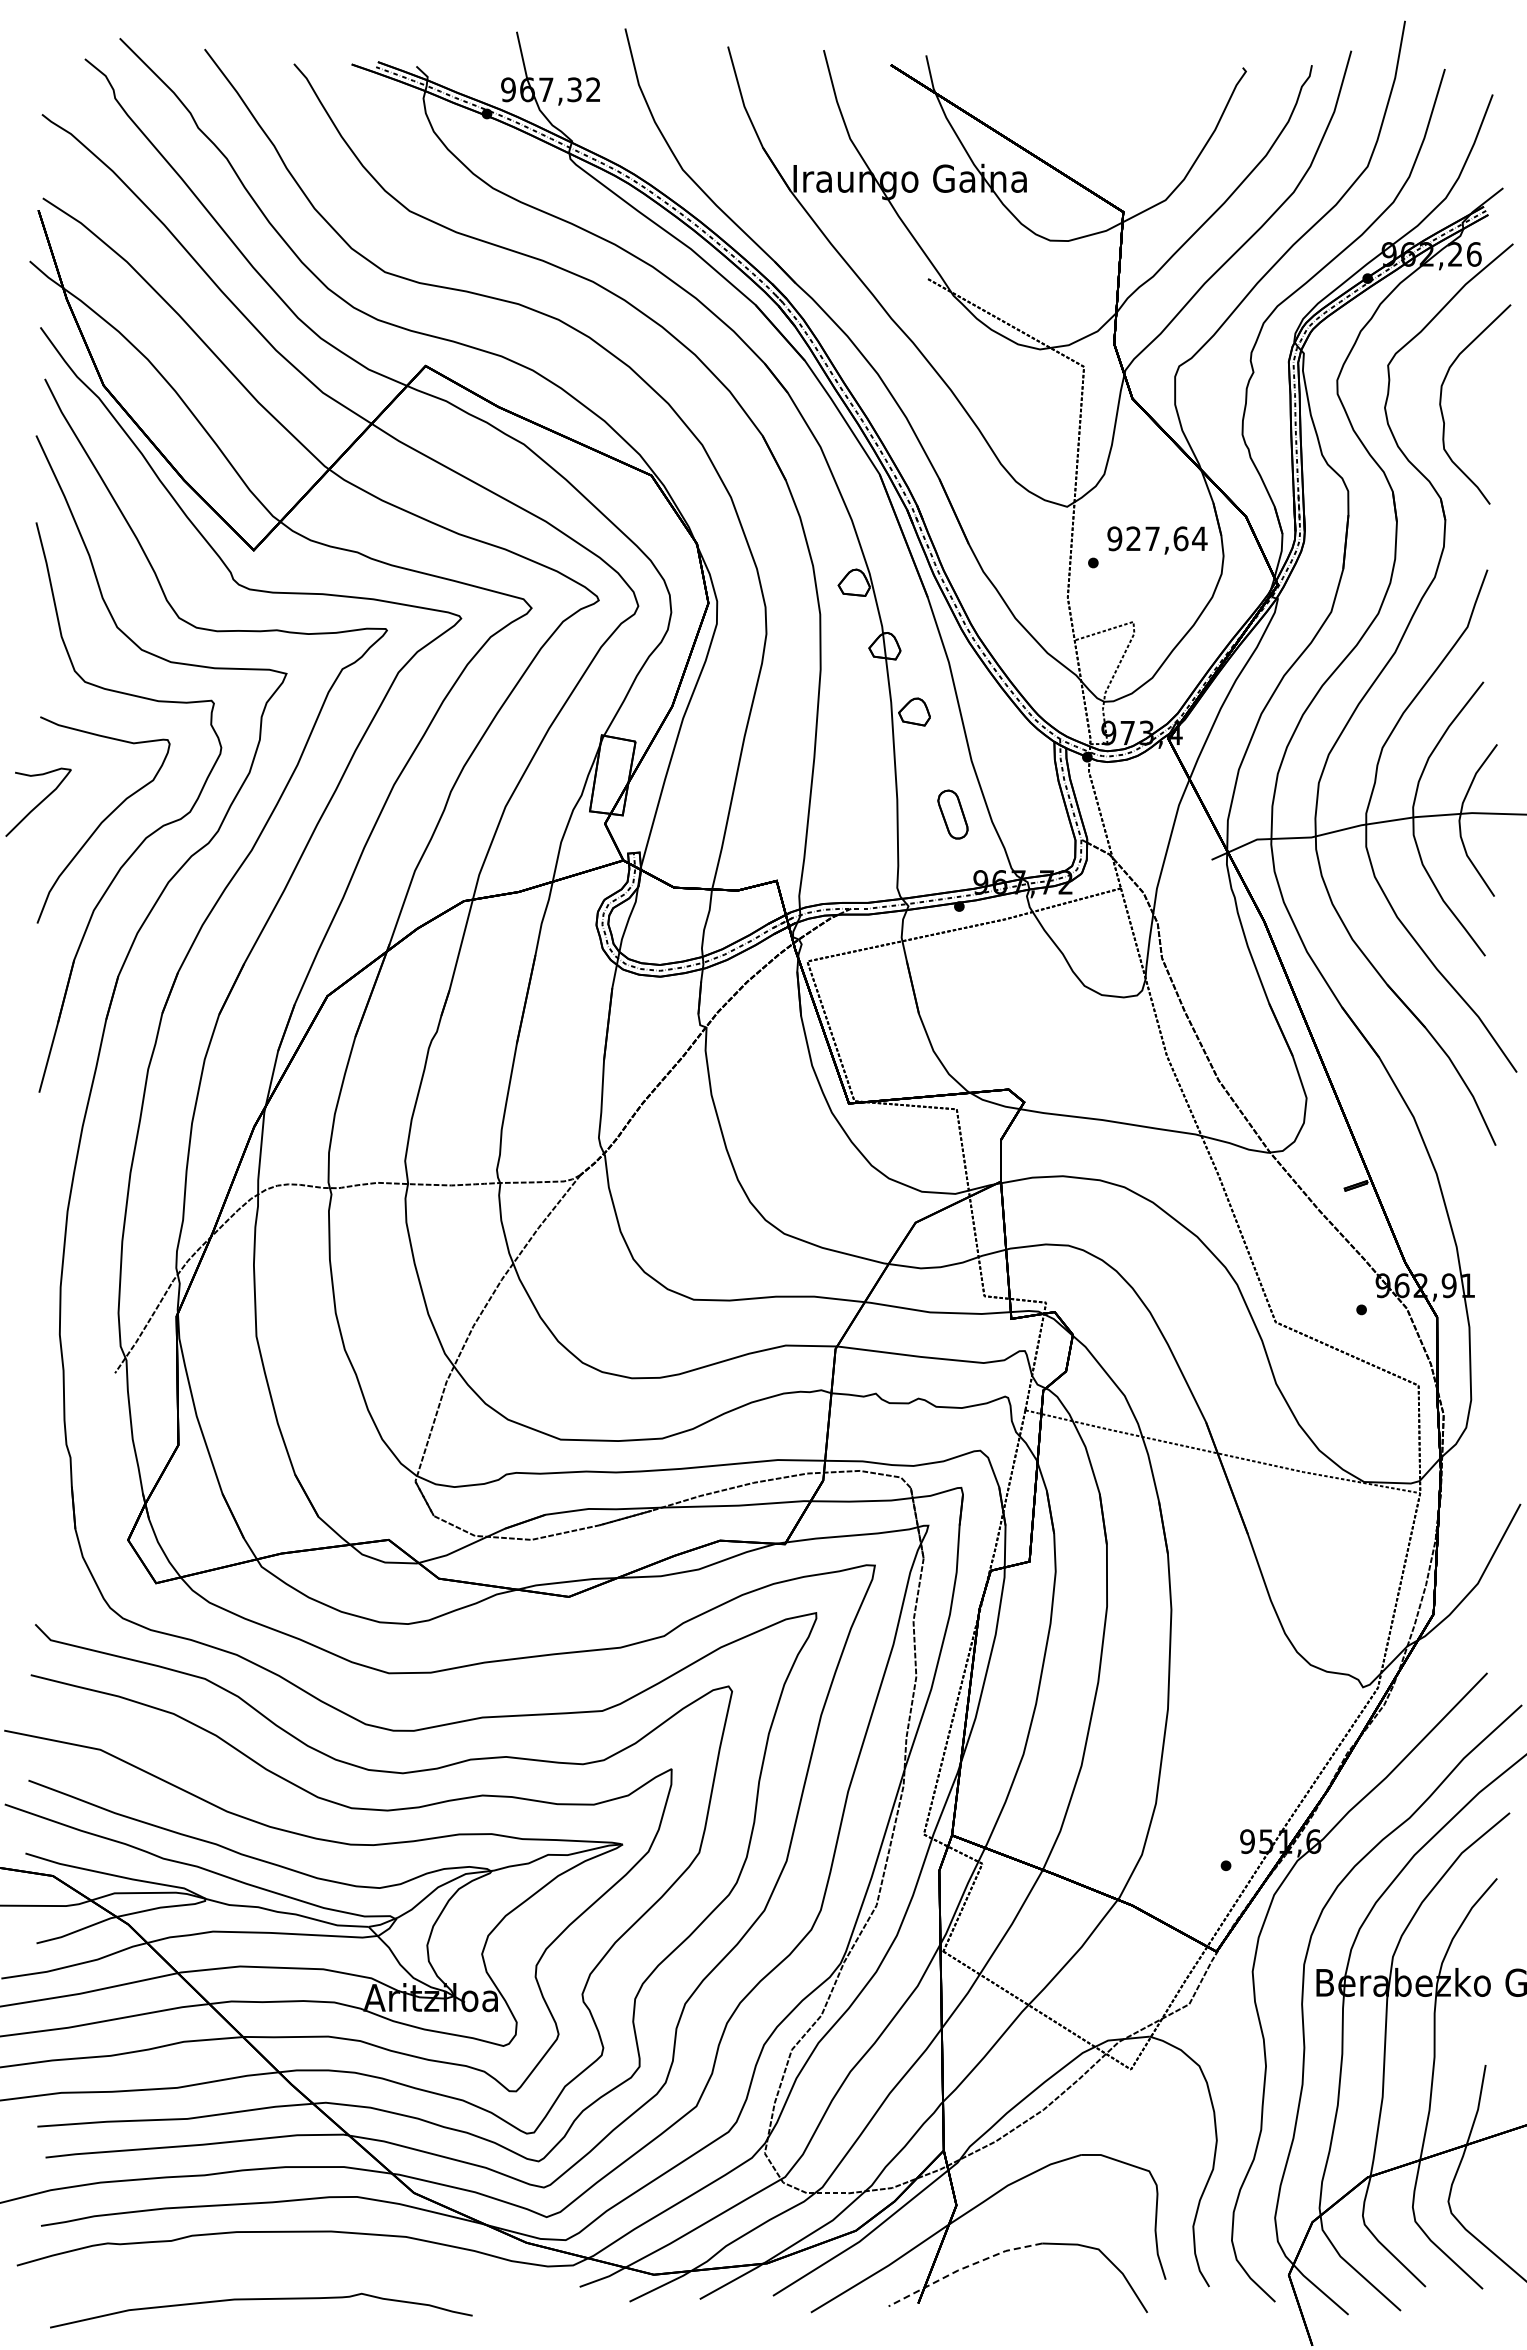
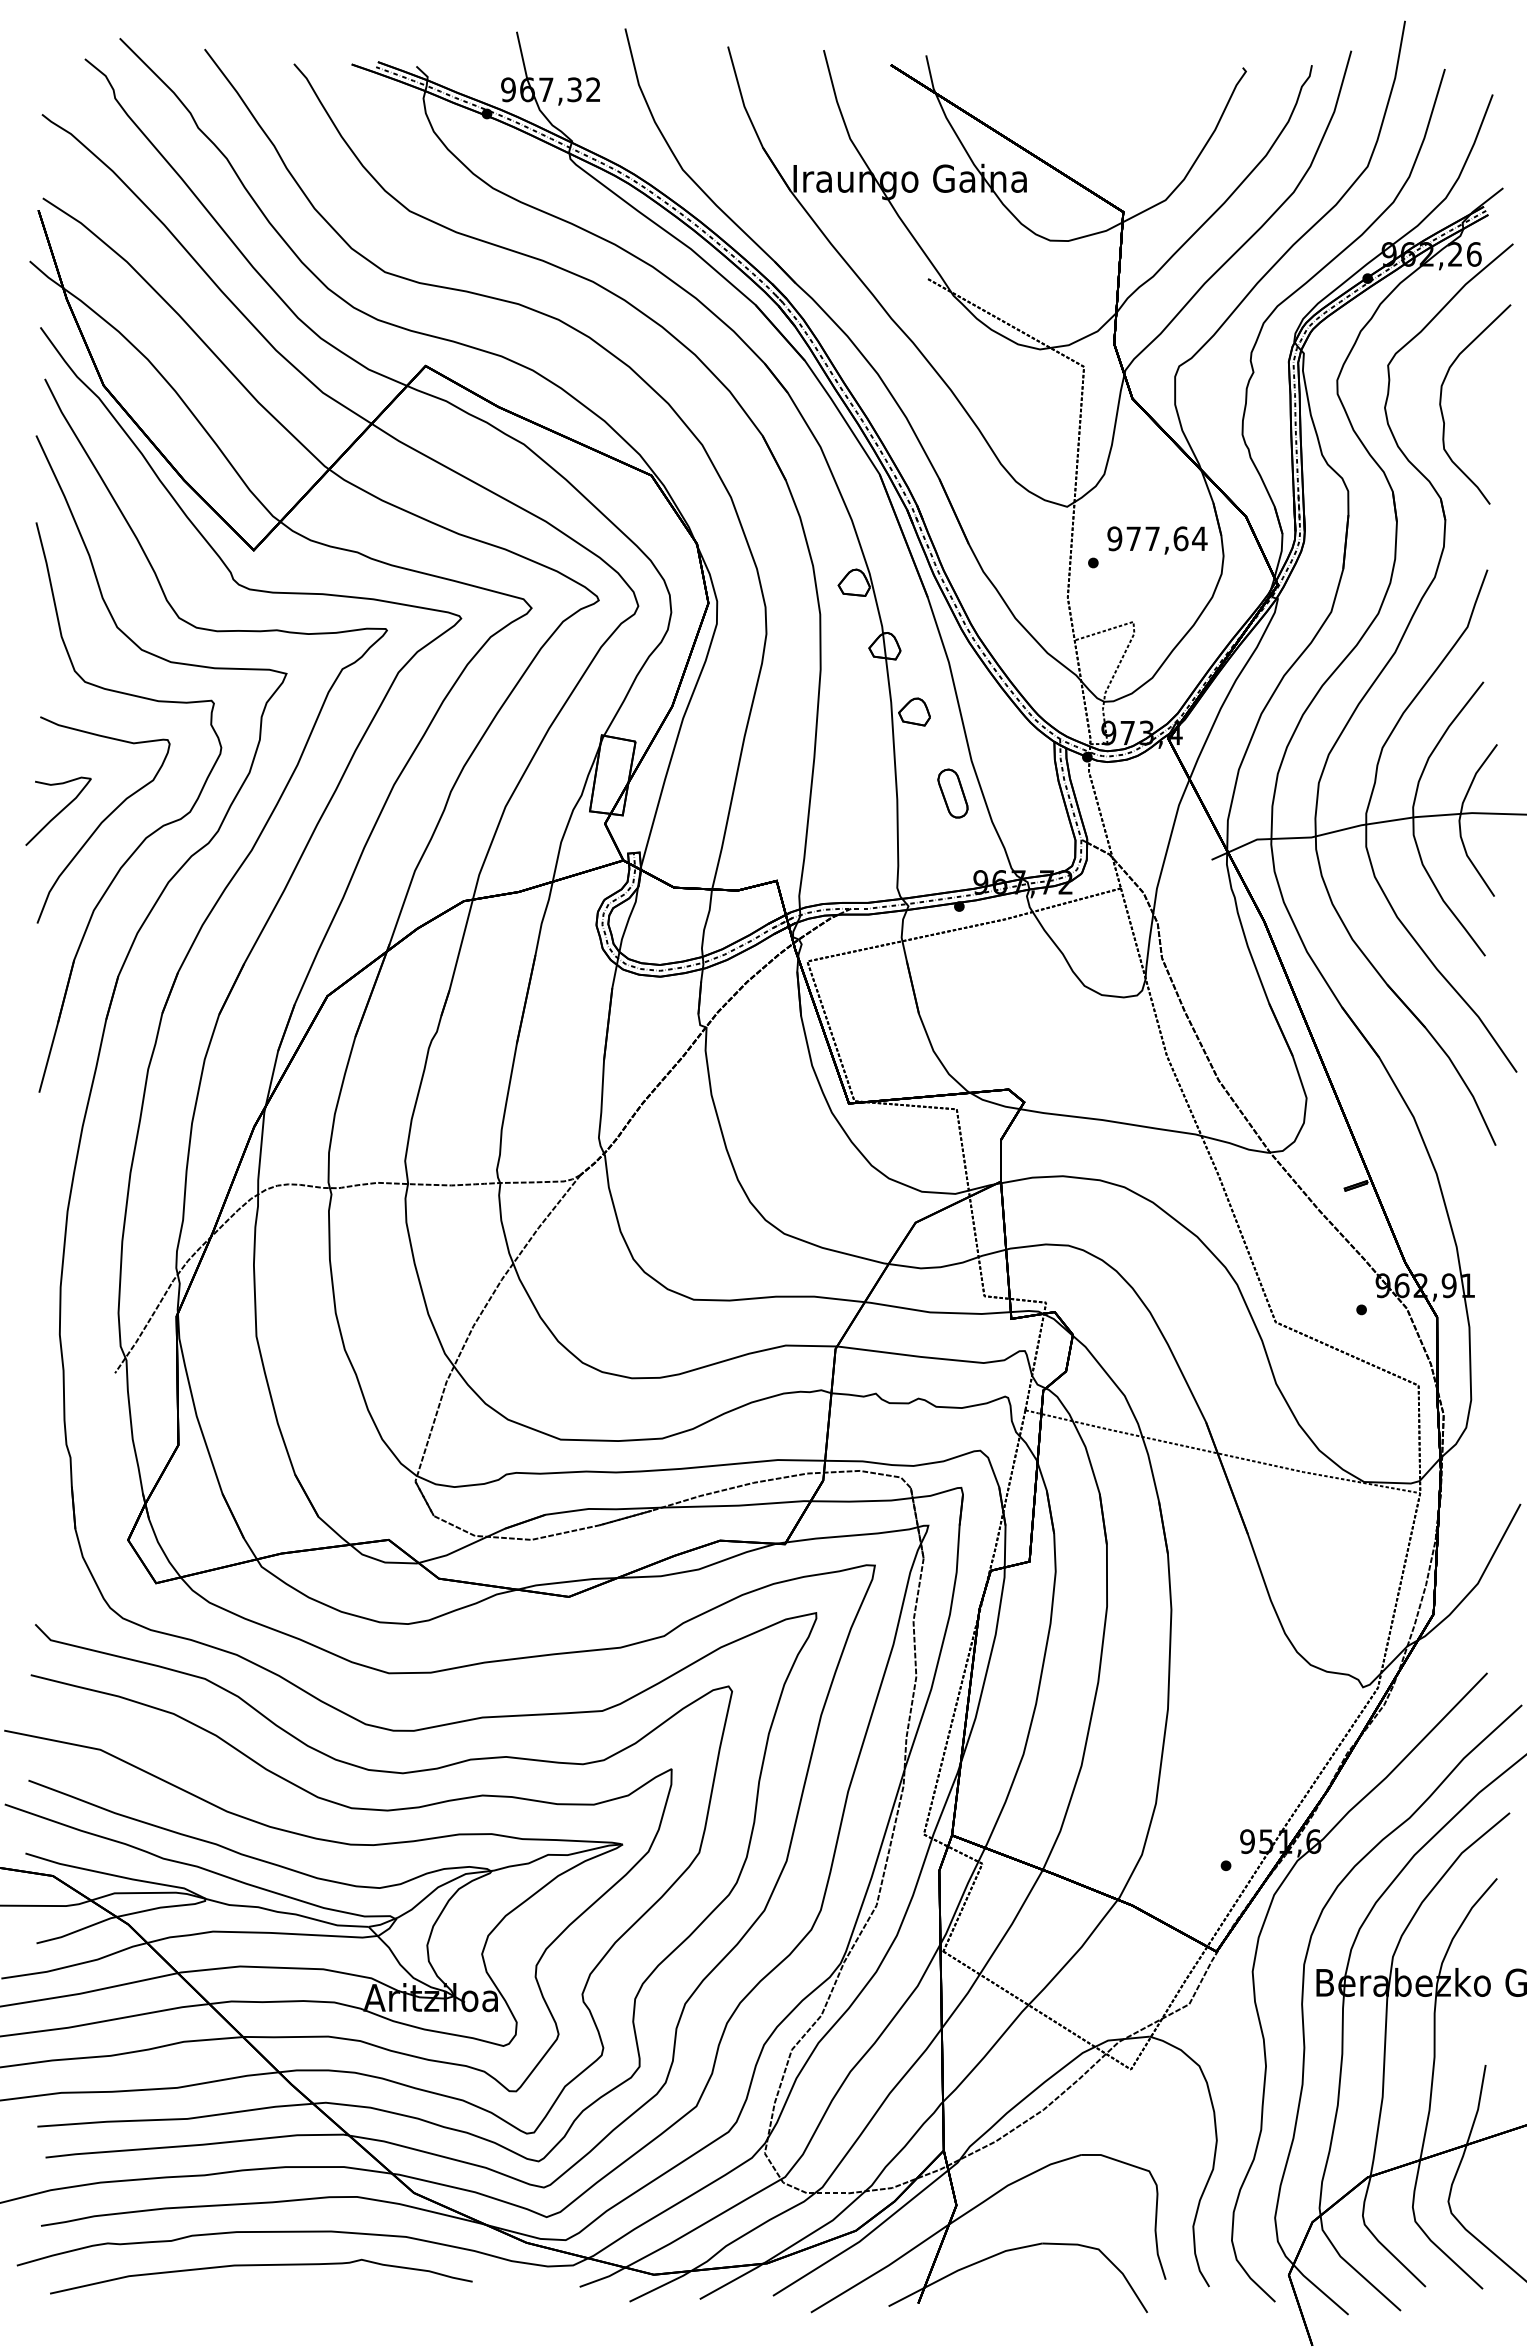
text at (1133, 538): 927,64 -> 977,64
curve at (39, 802) position: (39, 802) -> (59, 811)
part at (952, 814) position: (952, 814) -> (952, 793)
line at (962, 2268): dashed -> solid
curve at (261, 2299) position: (261, 2299) -> (261, 2265)
